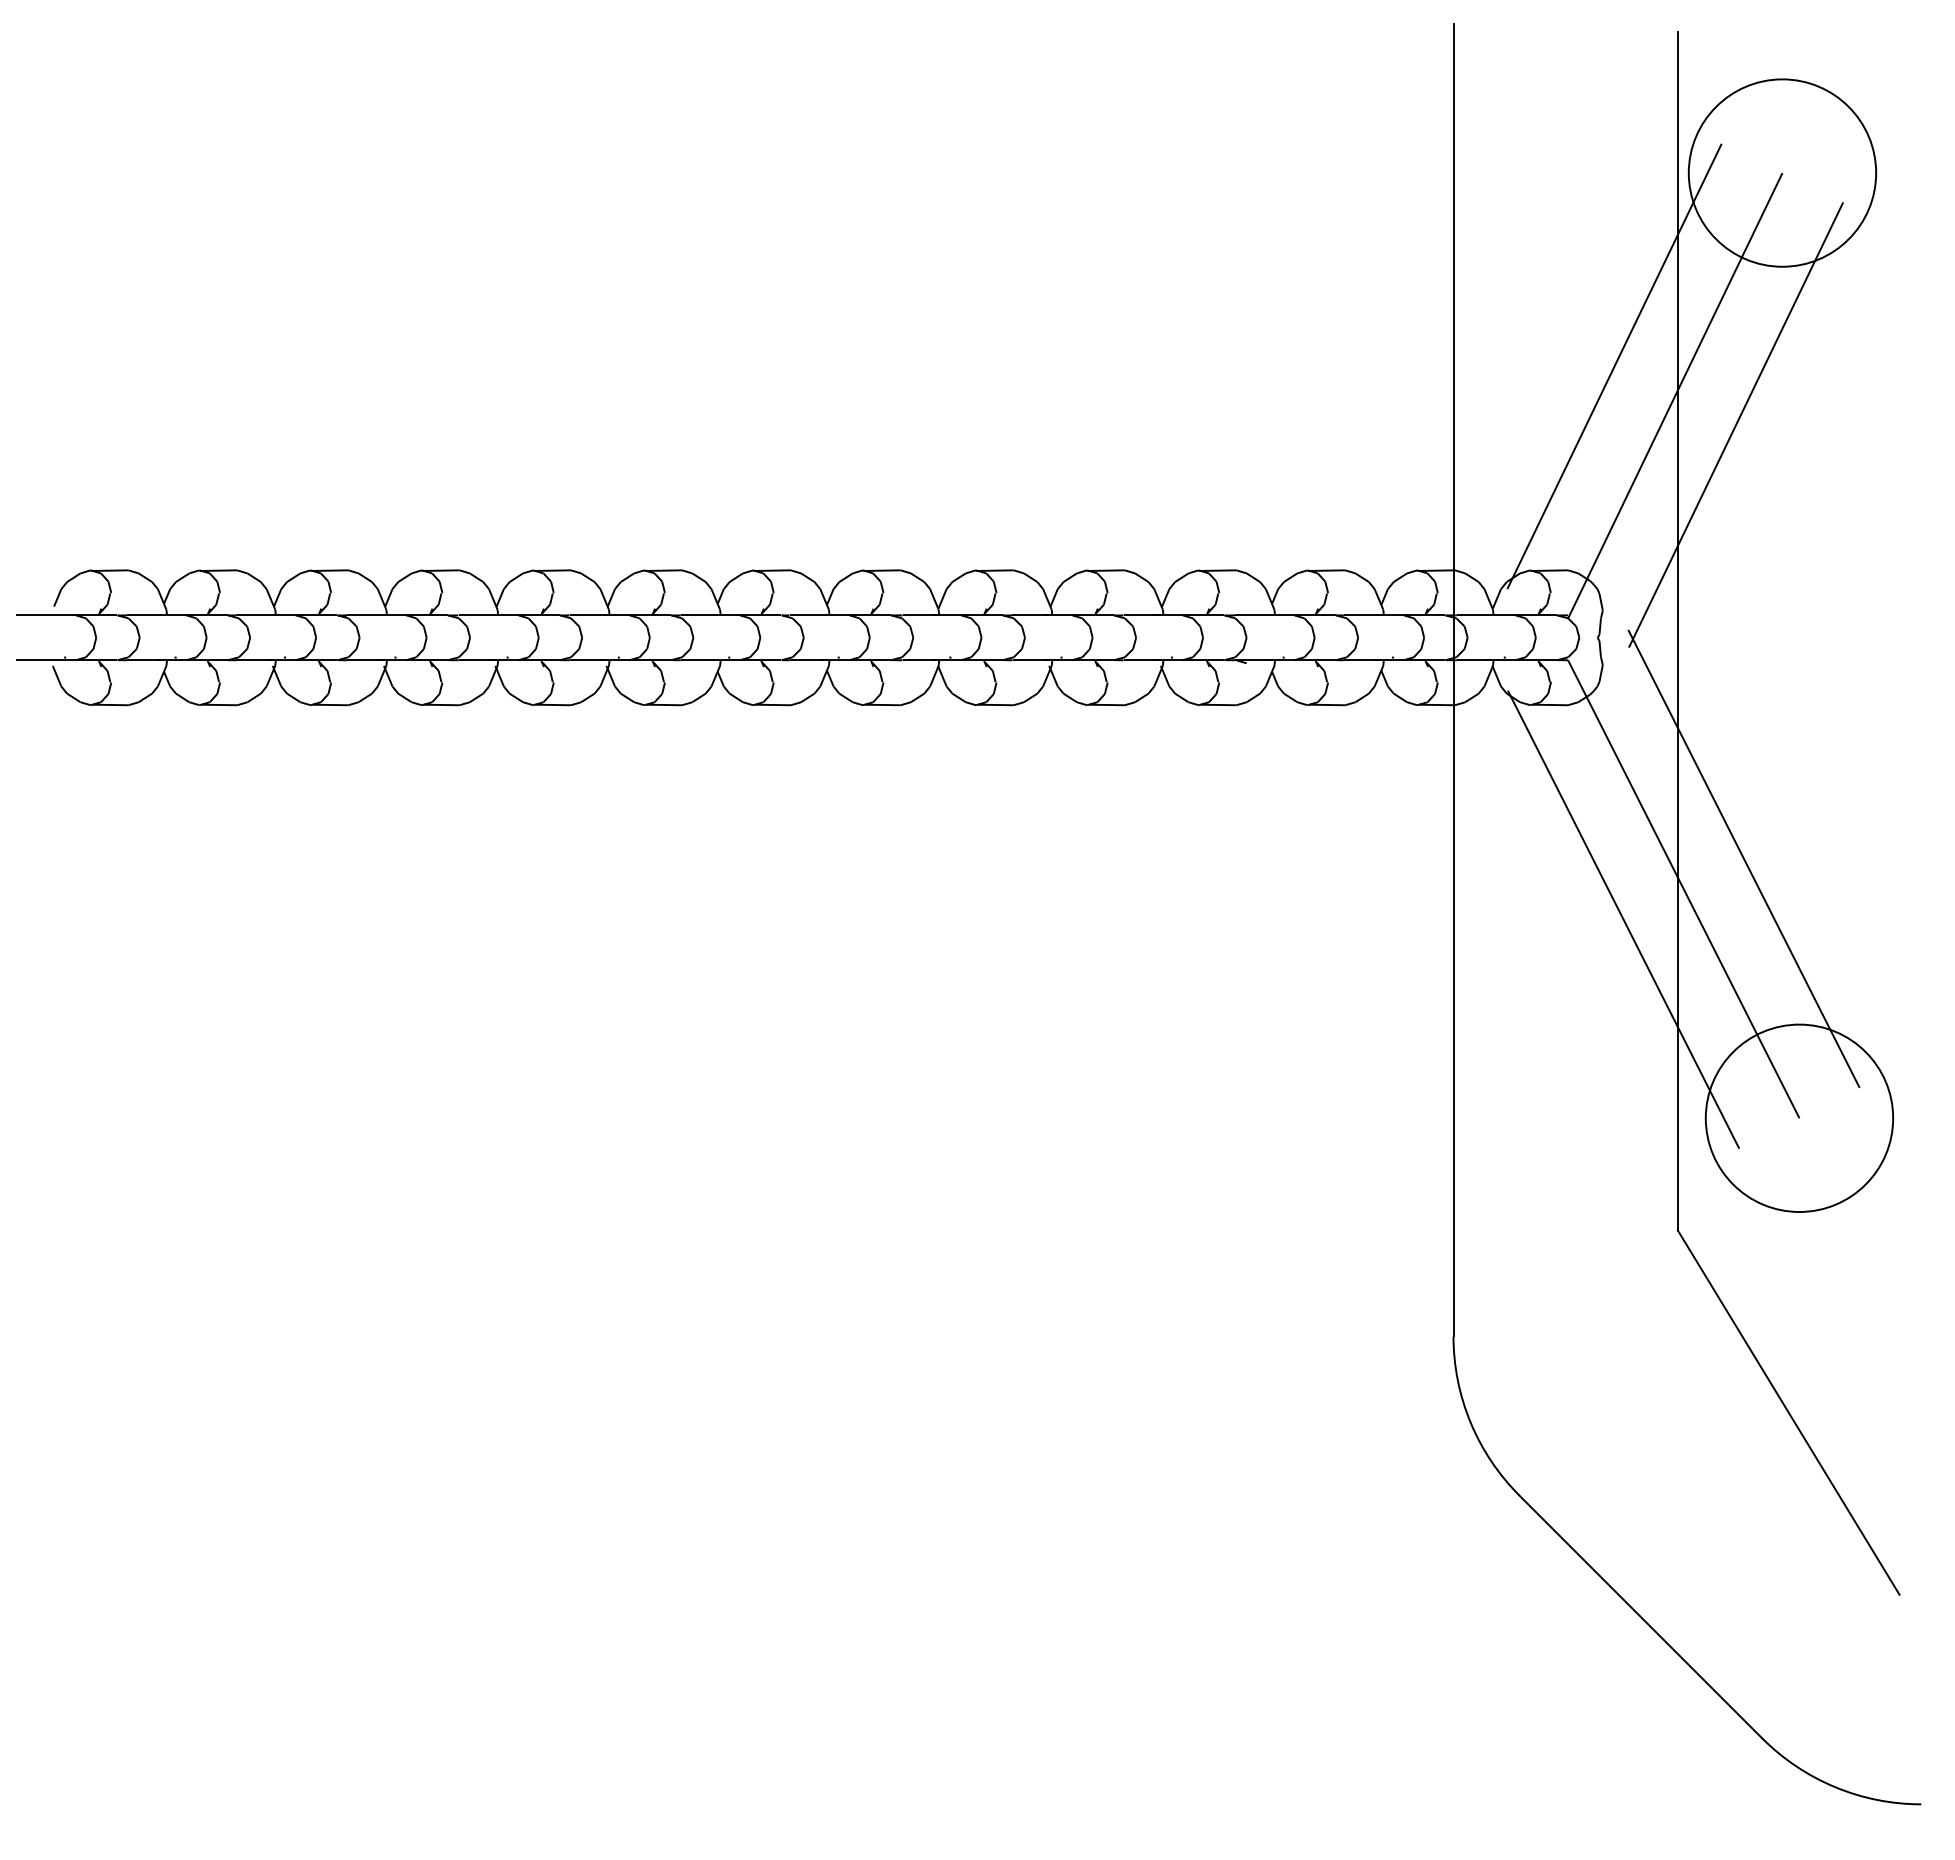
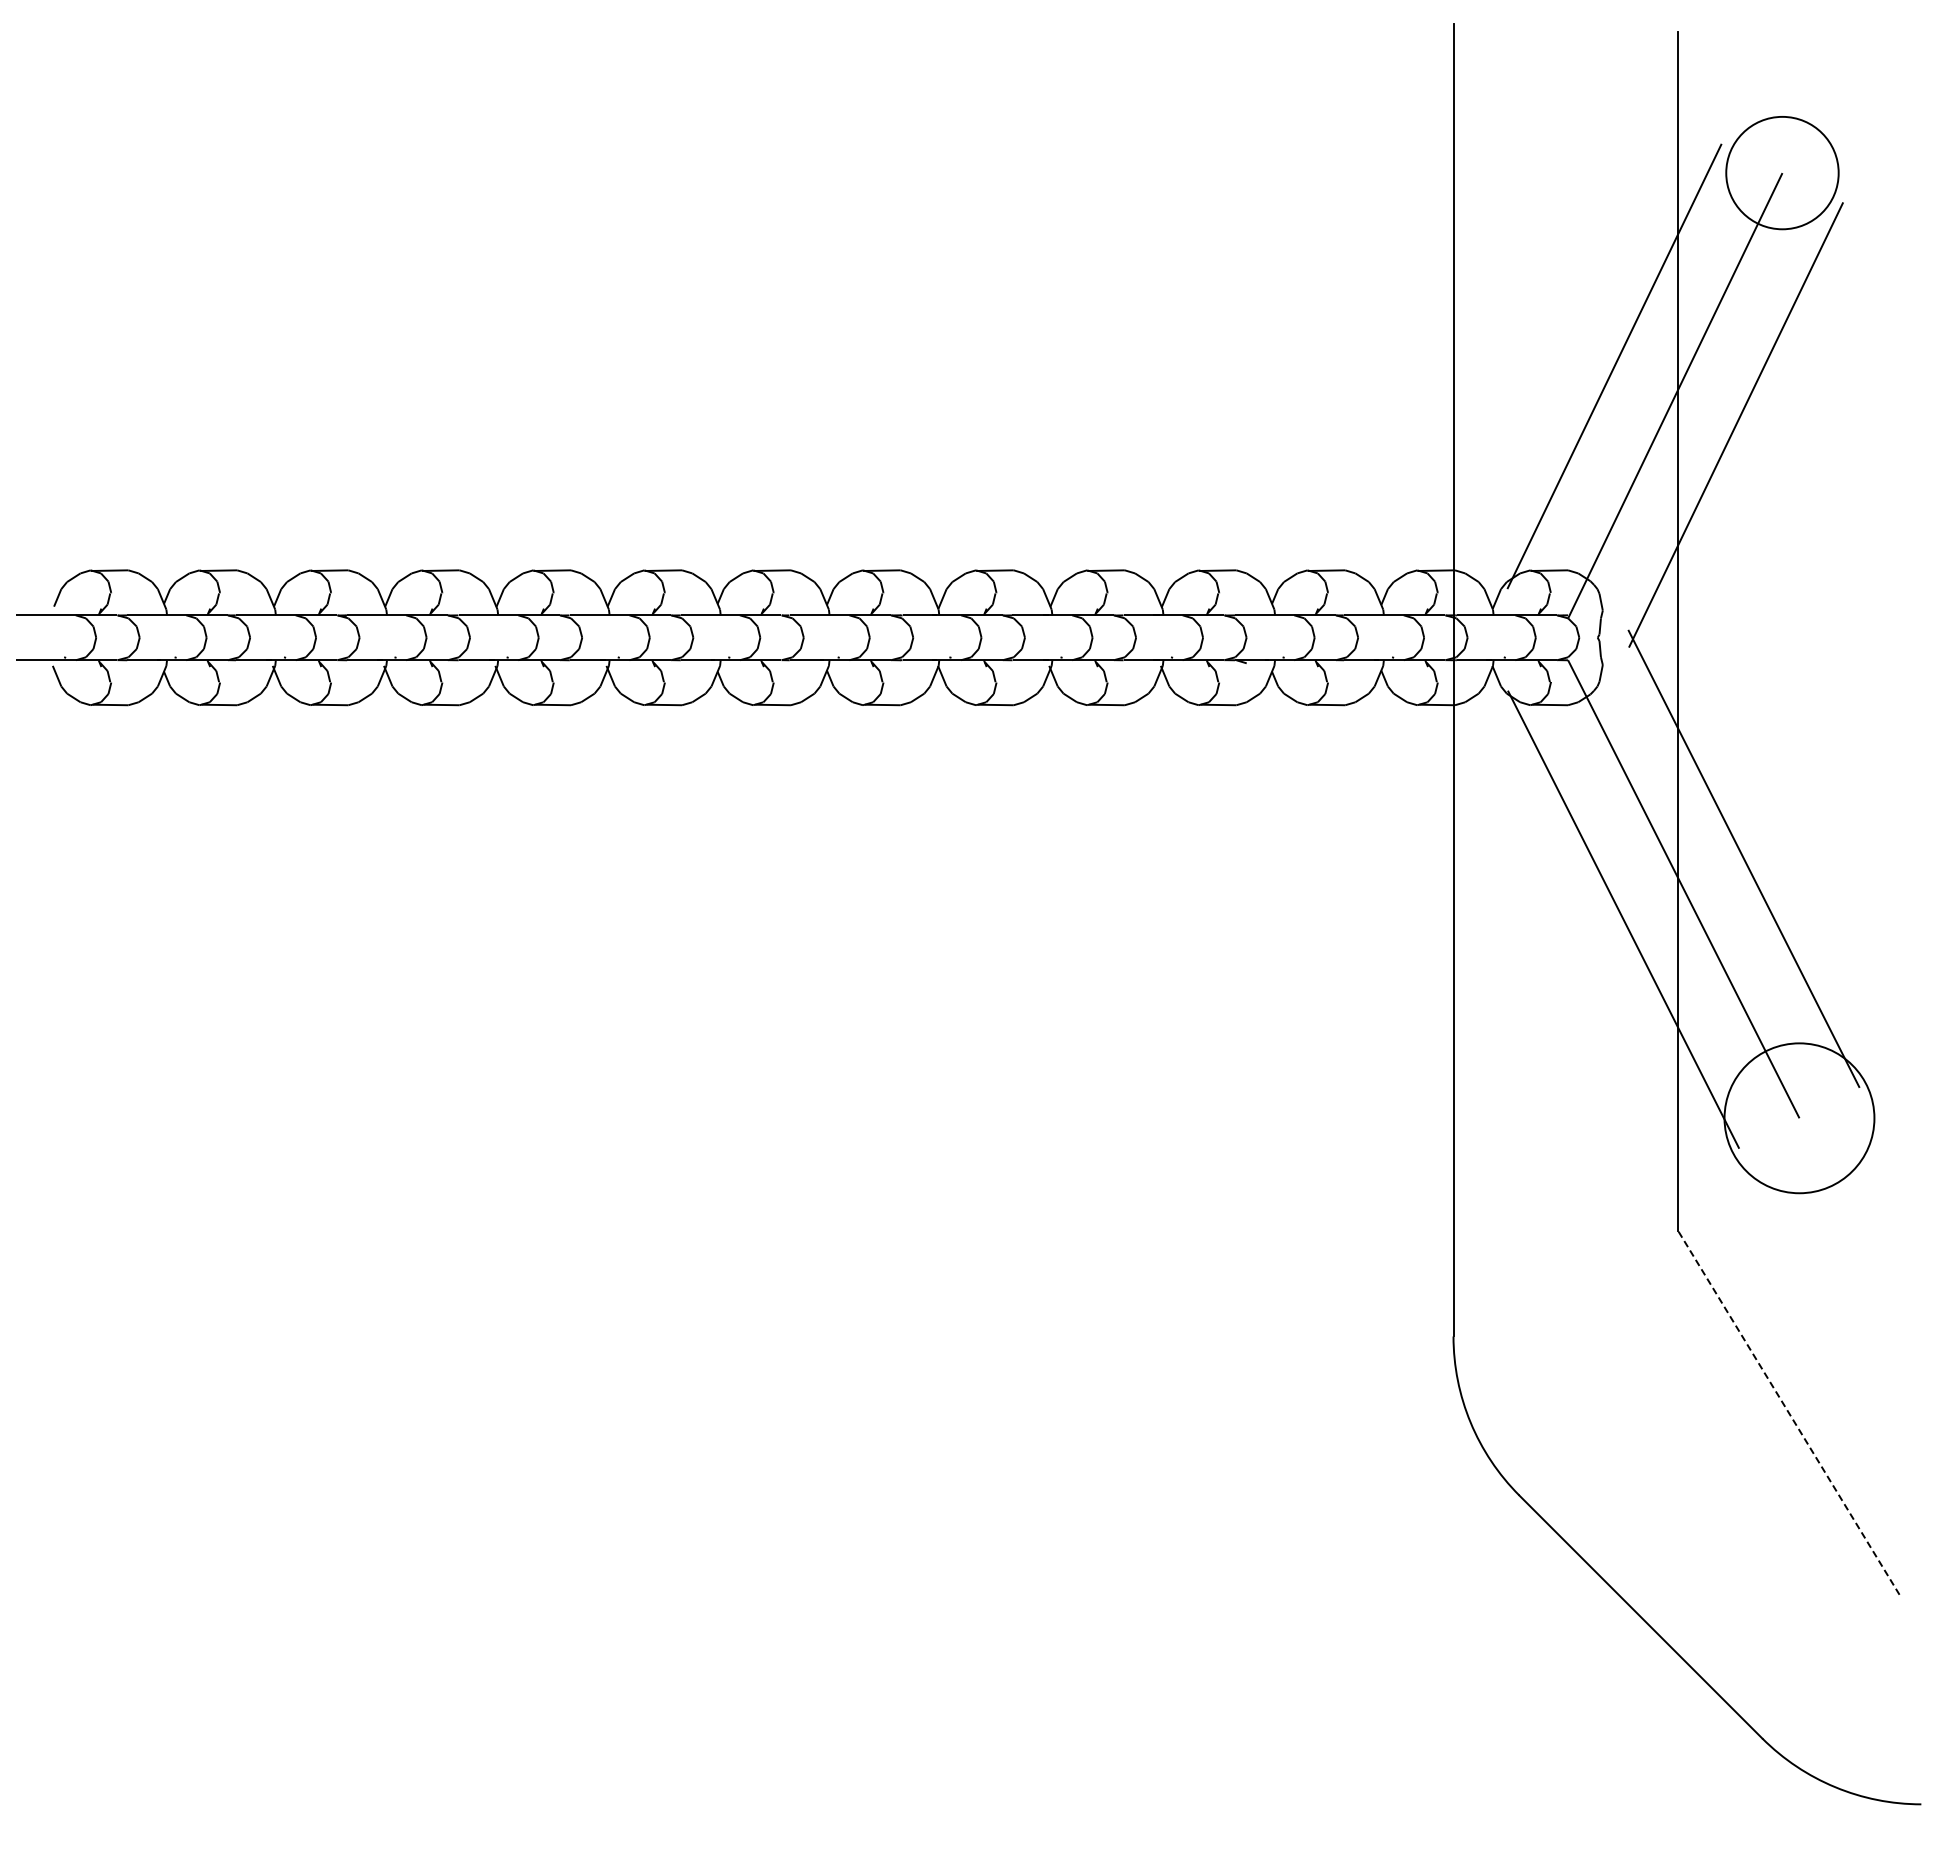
circle at (1782, 172) diameter: 187 px -> 112 px
circle at (1799, 1118) diameter: 187 px -> 150 px
line at (1788, 1412): solid -> dashed
